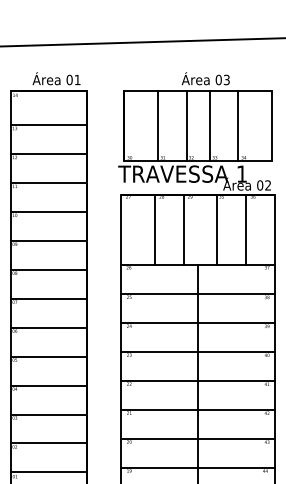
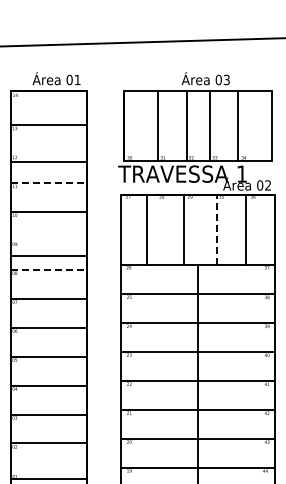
line at (48, 153) position: (48, 153) -> (48, 161)
line at (48, 182): solid -> dashed
line at (154, 229) position: (154, 229) -> (146, 229)
line at (216, 229): solid -> dashed
line at (48, 240) position: (48, 240) -> (48, 255)
line at (48, 269): solid -> dashed
line at (48, 472) position: (48, 472) -> (48, 479)
